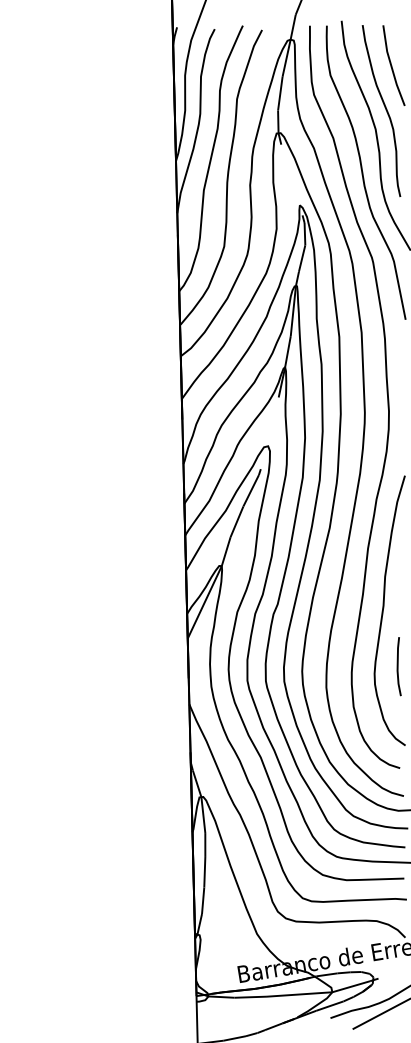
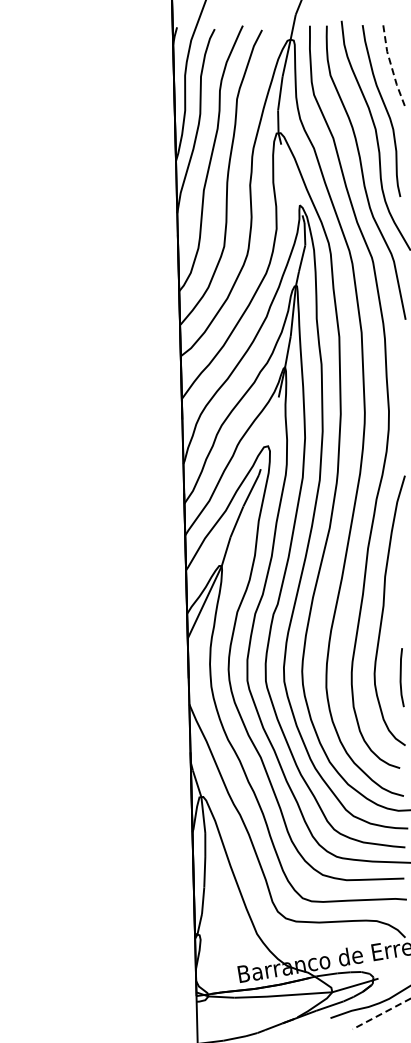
line at (391, 66): solid -> dashed
line at (398, 666) position: (398, 666) -> (401, 677)
line at (381, 1014): solid -> dashed
